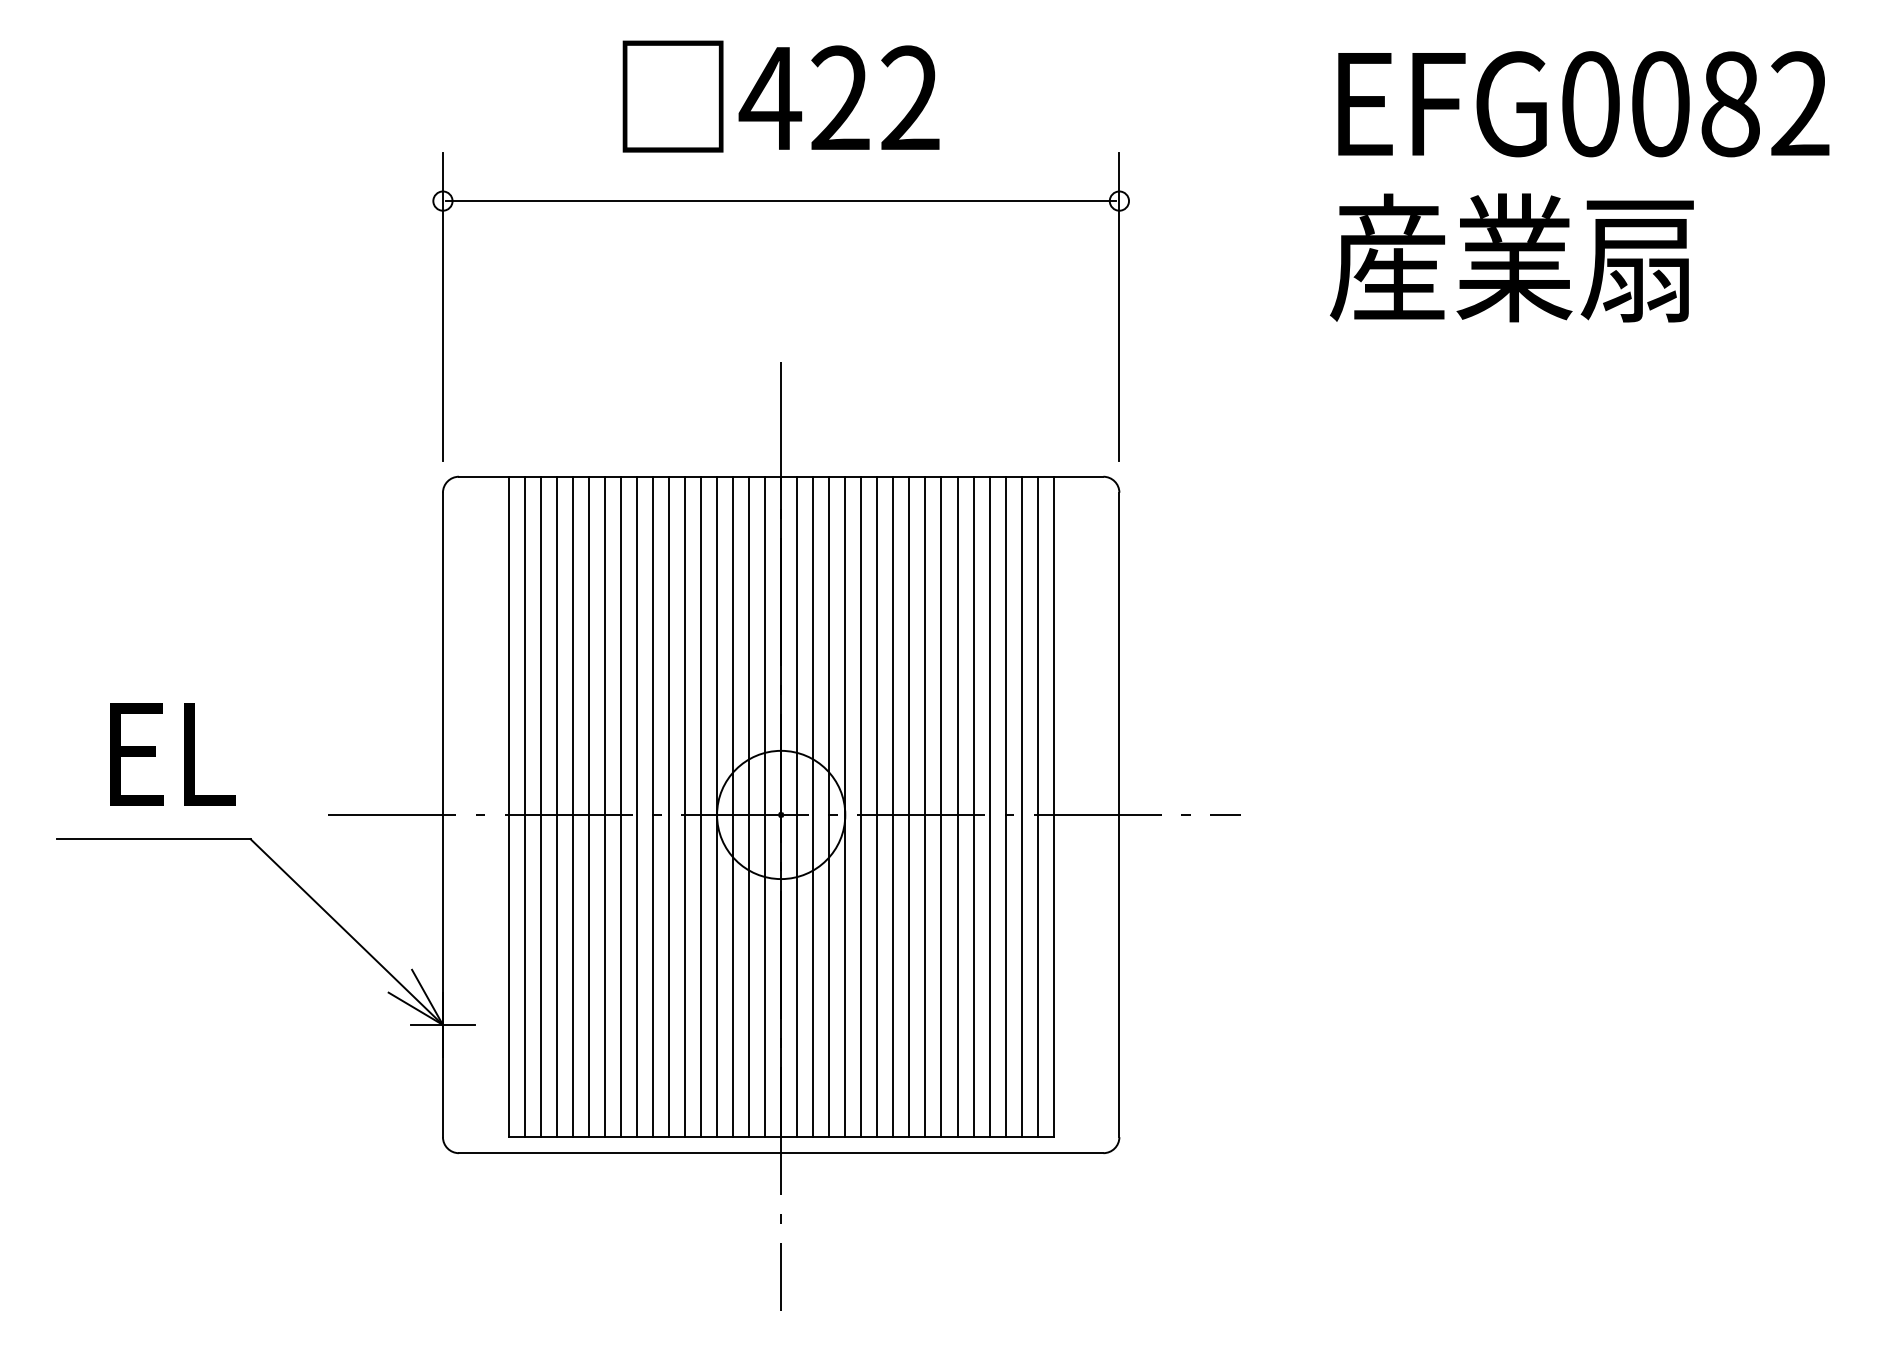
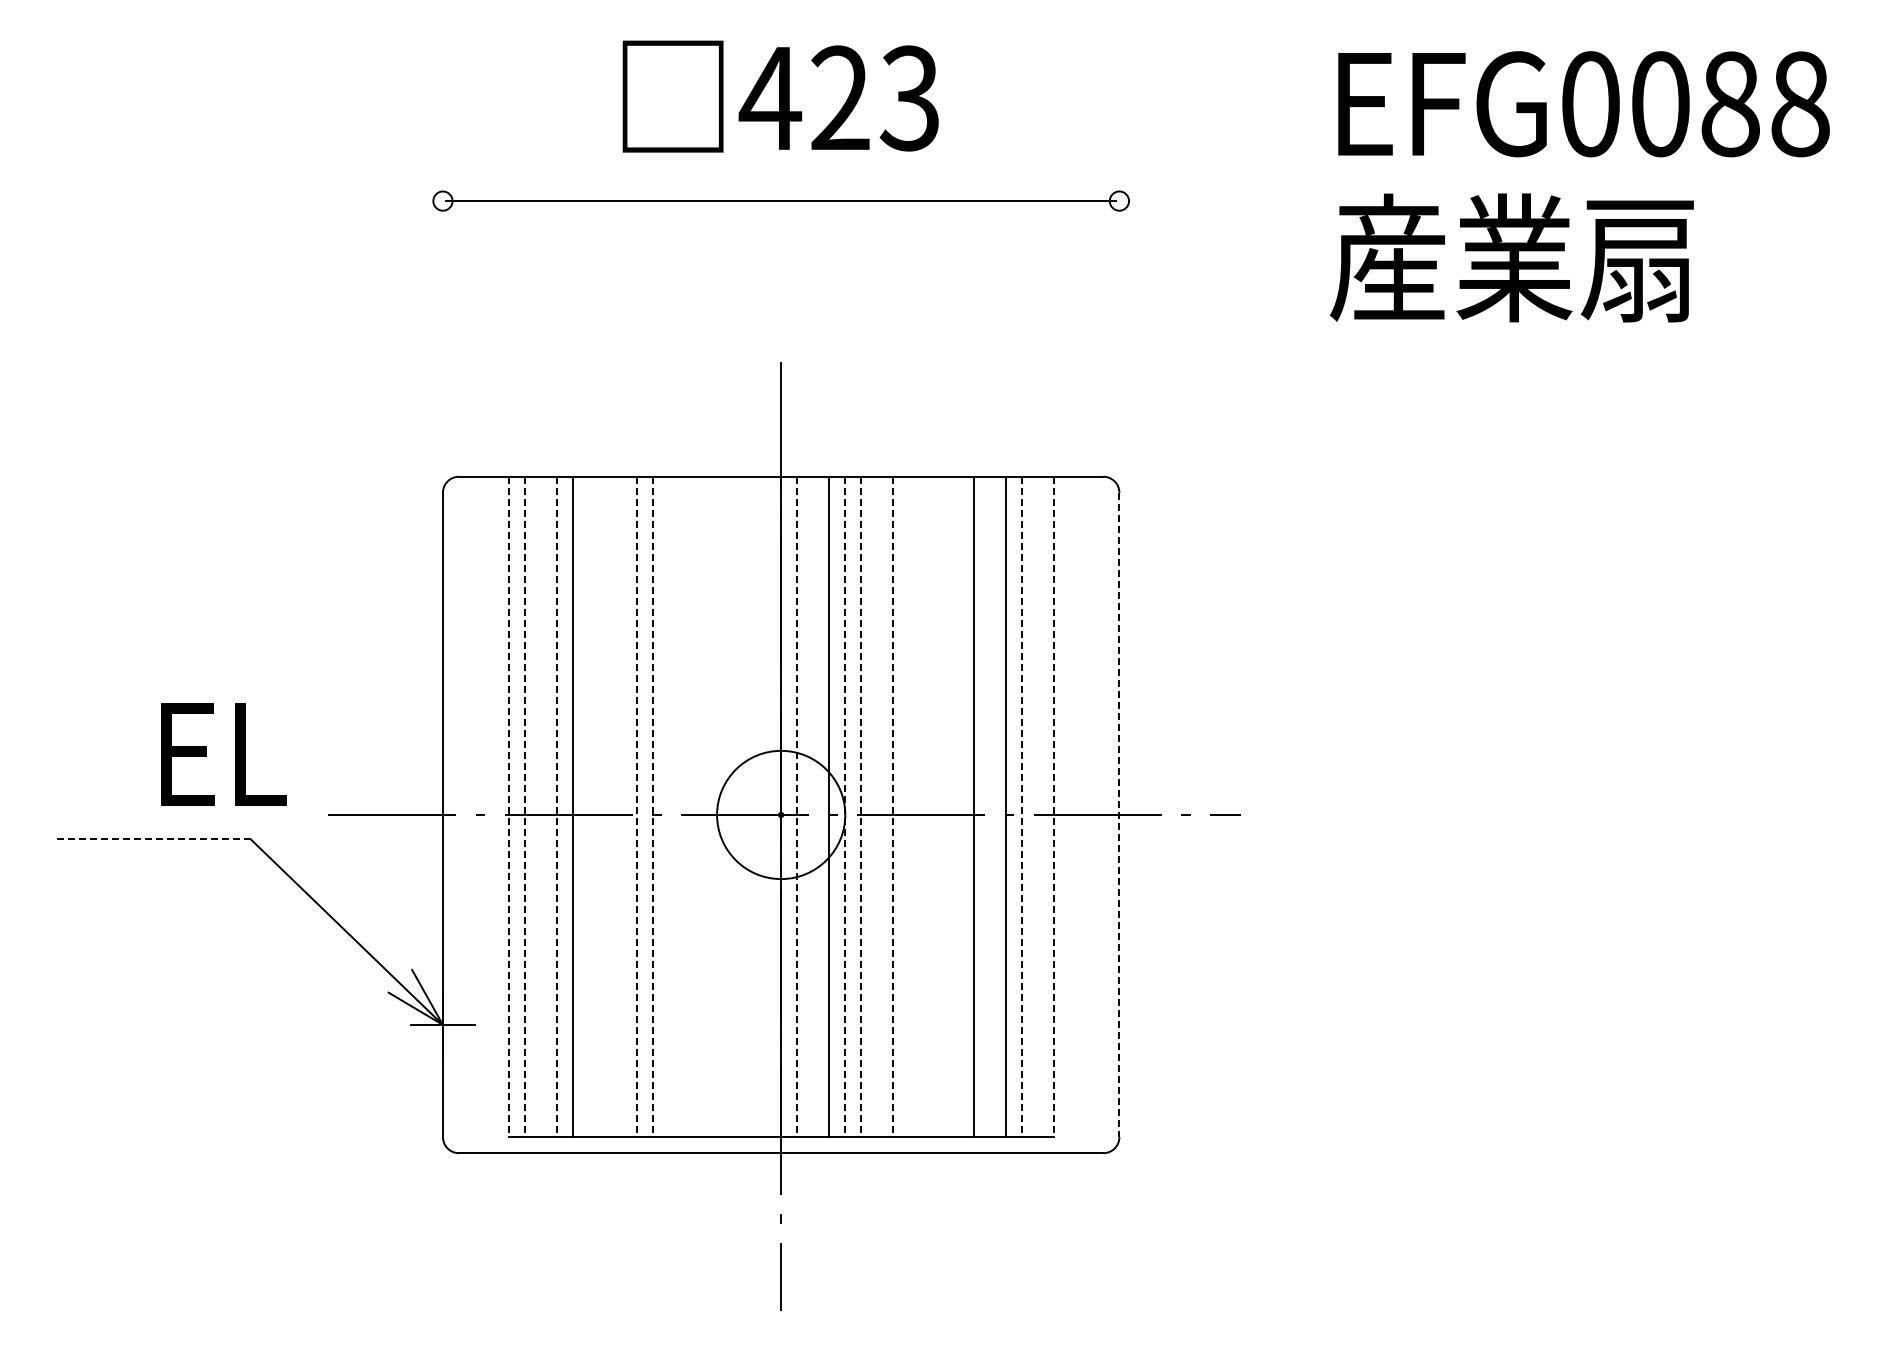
text at (909, 98): 422 -> 423
text at (1800, 104): EFG0082 -> EFG0088
line at (442, 306): present -> none
line at (1119, 306): present -> none
text at (172, 754) position: (172, 754) -> (223, 754)
line at (540, 806): present -> none
line at (588, 806): present -> none
line at (604, 806): present -> none
line at (620, 806): present -> none
line at (668, 806): present -> none
line at (685, 806): present -> none
line at (701, 806): present -> none
line at (717, 806): present -> none
line at (733, 806): present -> none
line at (749, 806): present -> none
line at (765, 806): present -> none
line at (813, 806): present -> none
line at (877, 806): present -> none
line at (909, 806): present -> none
line at (925, 806): present -> none
line at (941, 806): present -> none
line at (957, 806): present -> none
line at (989, 806): present -> none
line at (1037, 806): present -> none
line at (508, 807): solid -> dashed
line at (524, 807): solid -> dashed
line at (556, 807): solid -> dashed
line at (636, 807): solid -> dashed
line at (652, 807): solid -> dashed
line at (797, 807): solid -> dashed
line at (845, 807): solid -> dashed
line at (861, 807): solid -> dashed
line at (893, 807): solid -> dashed
line at (1021, 807): solid -> dashed
line at (1053, 807): solid -> dashed
line at (1119, 815): solid -> dashed
line at (154, 839): solid -> dashed
